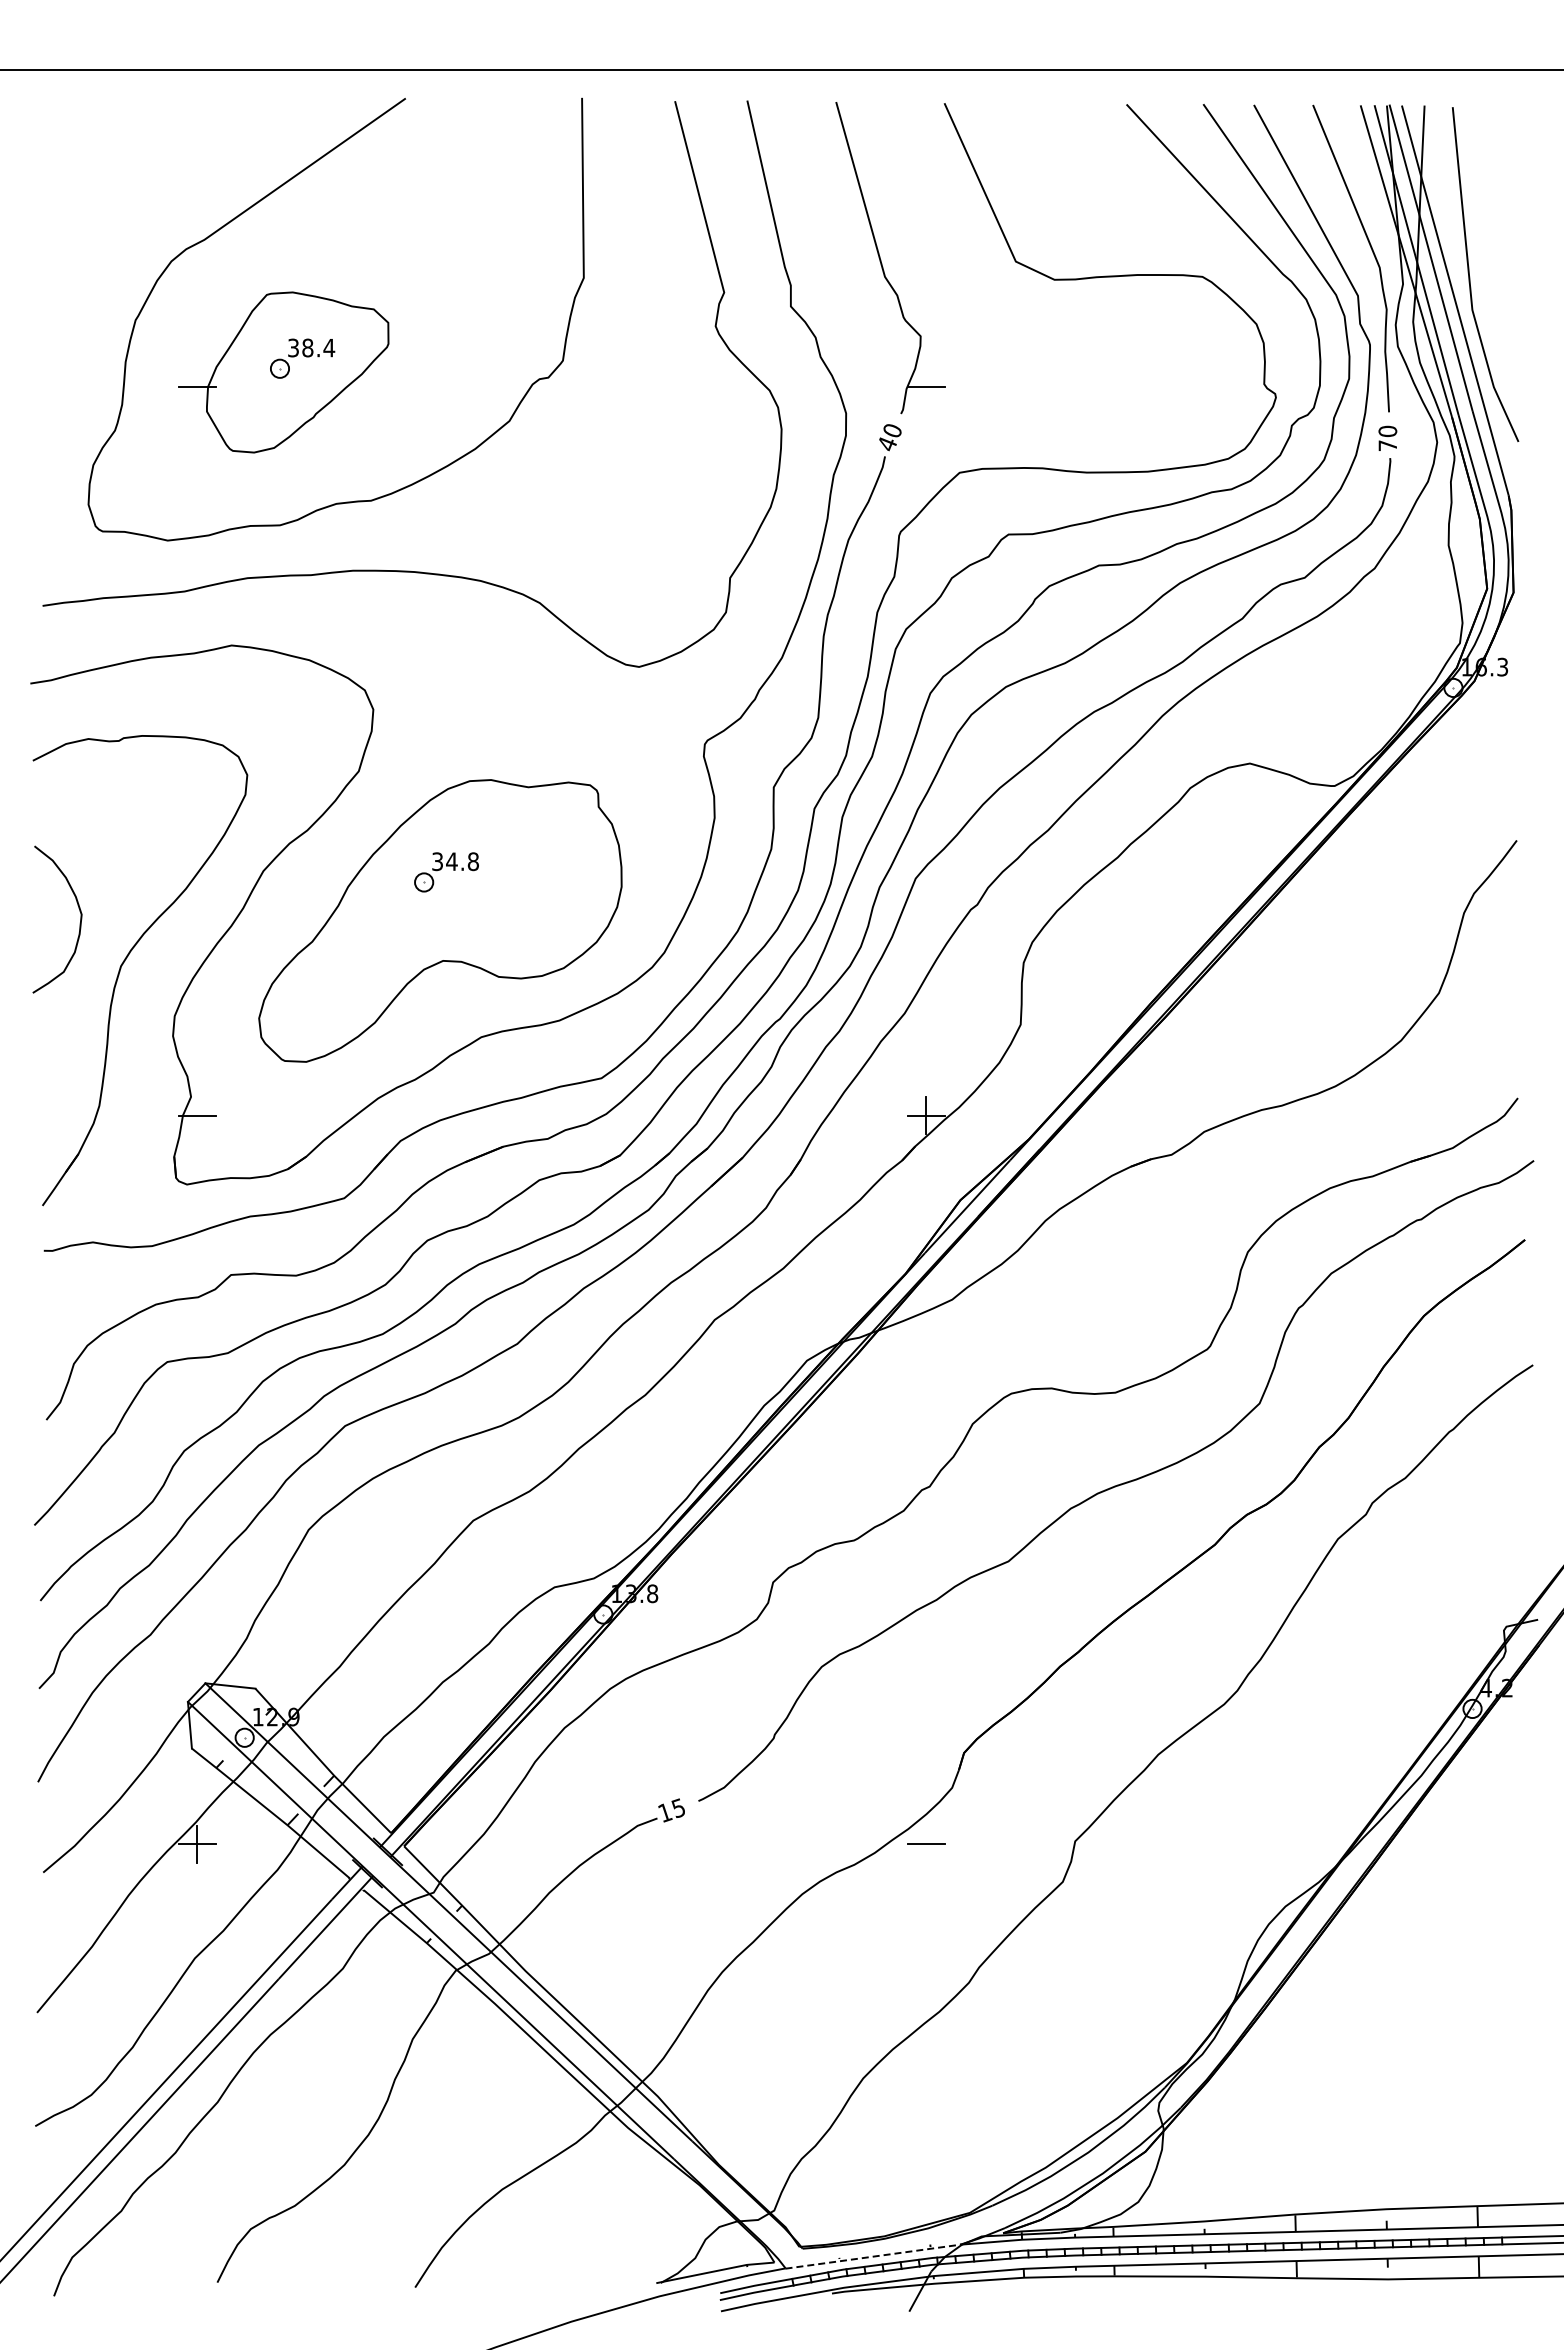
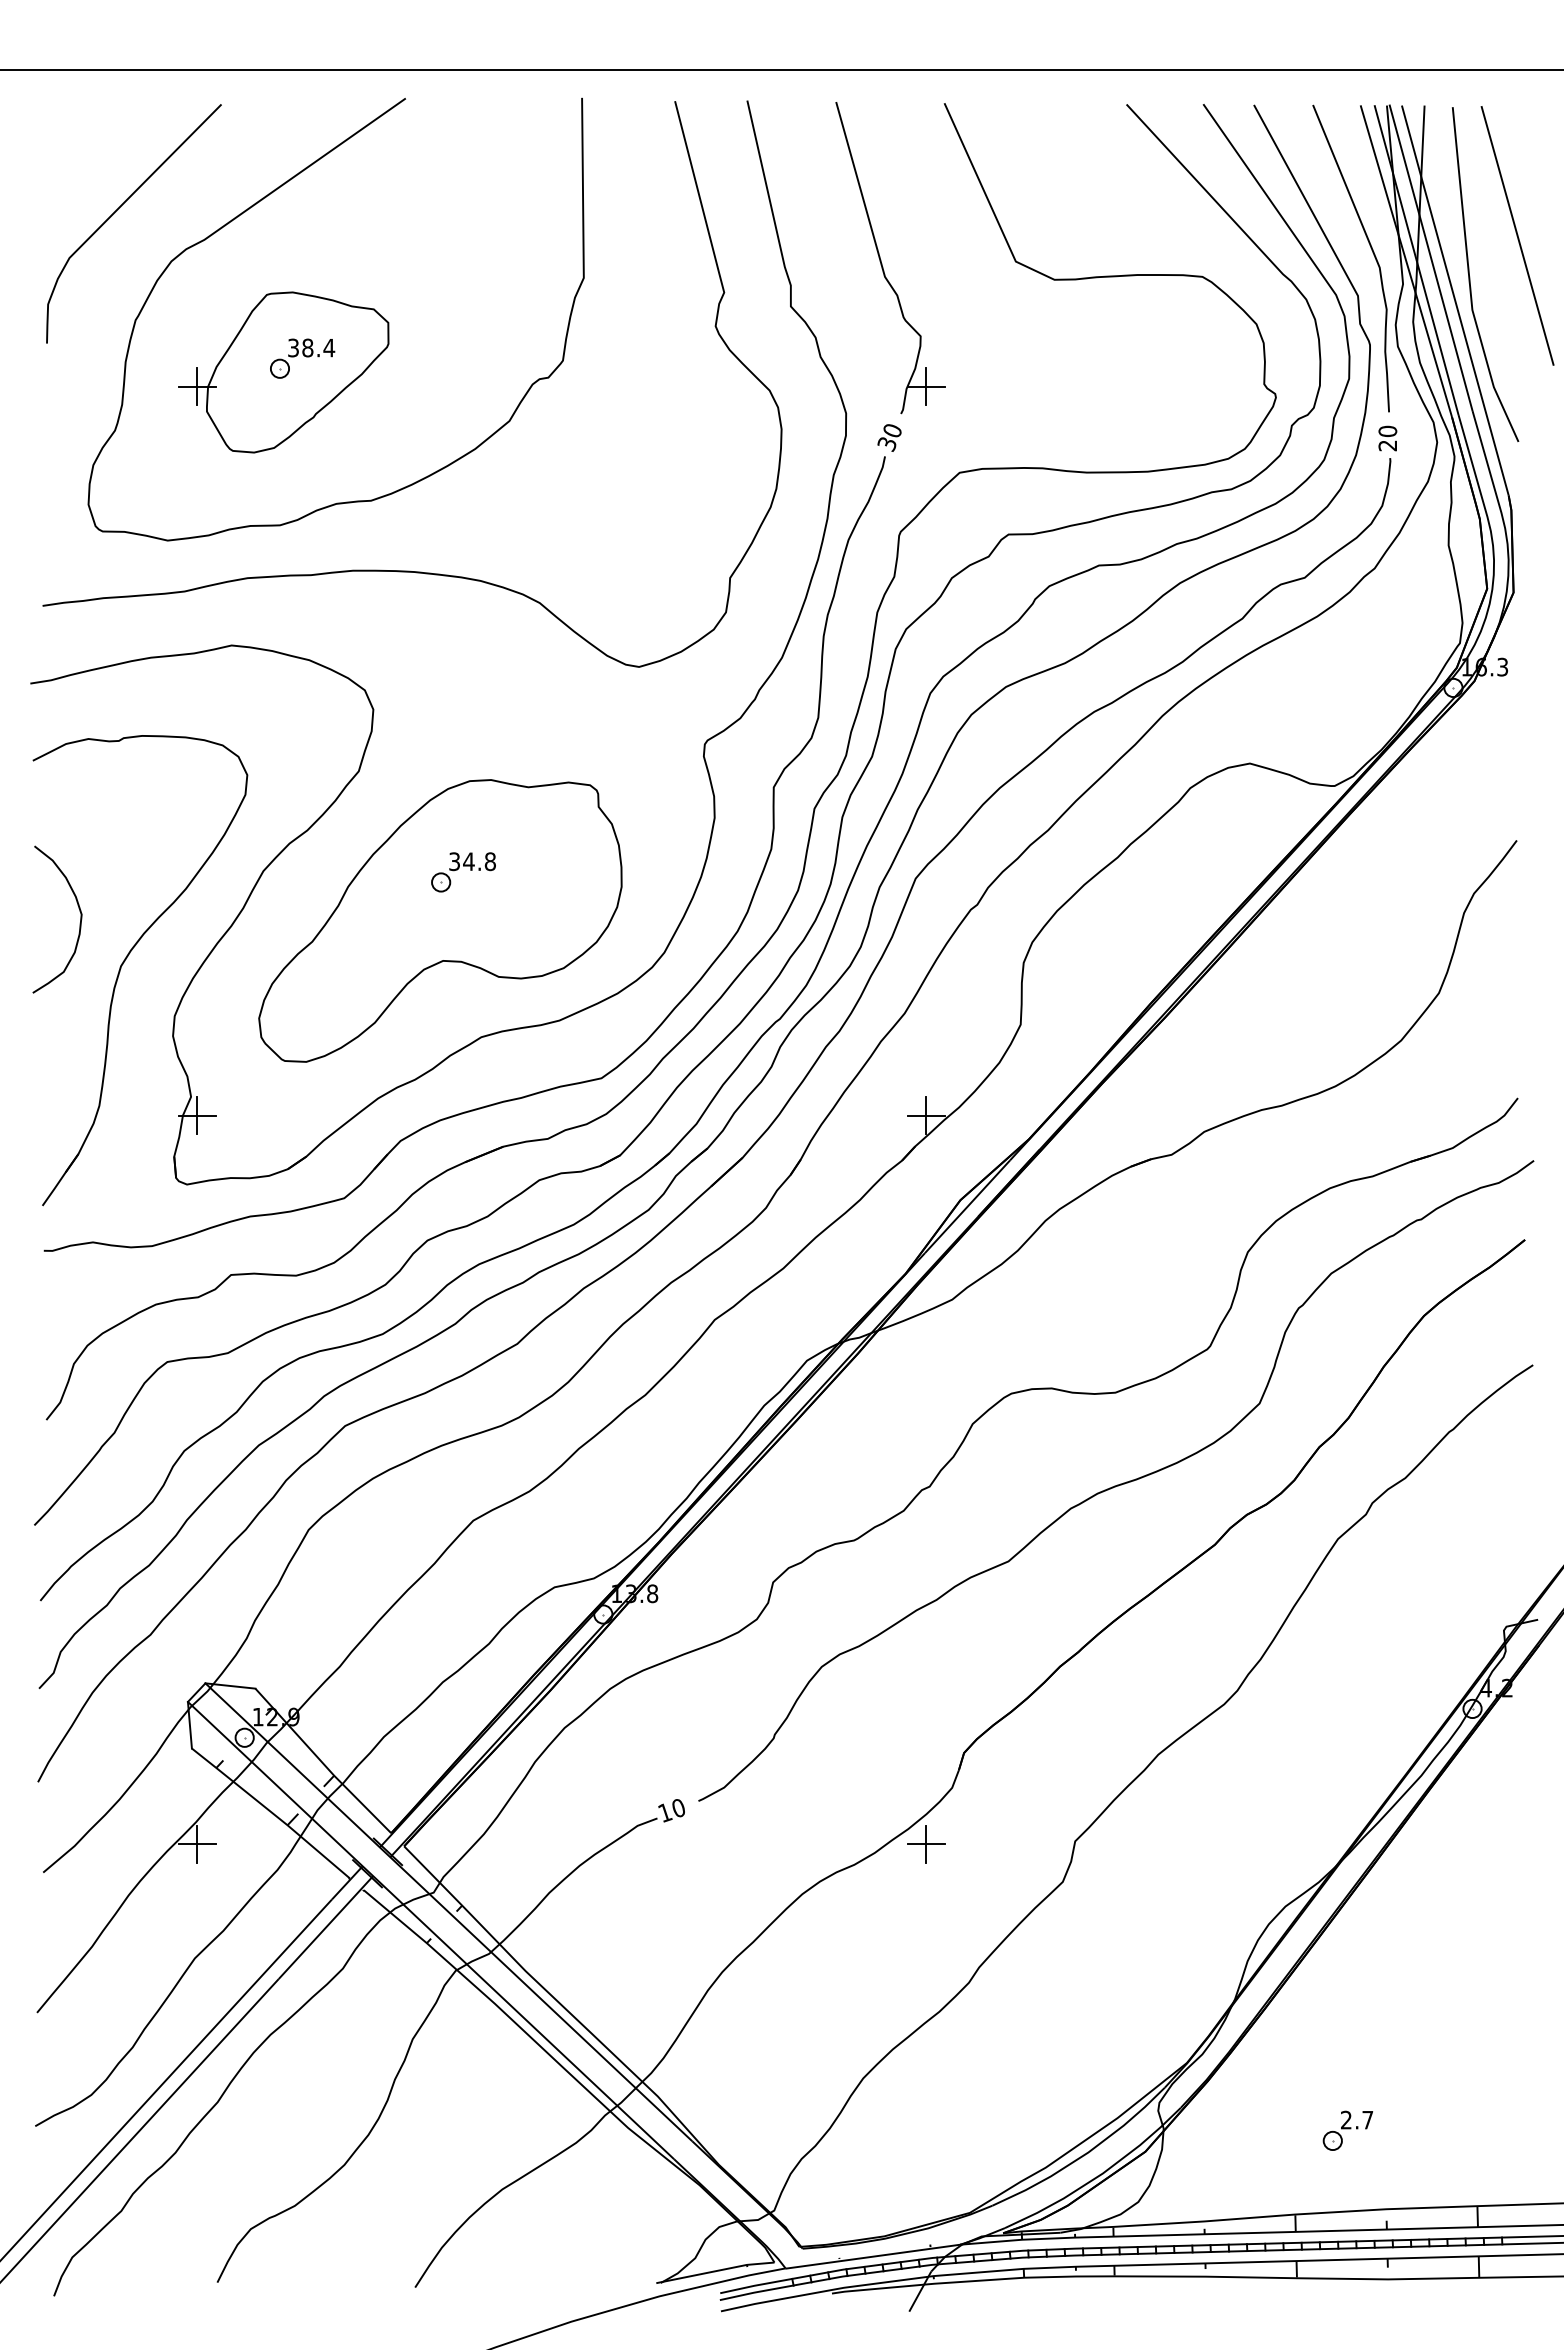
curve at (119, 208): none -> present
line at (1517, 235): none -> present
line at (197, 386): none -> present
line at (926, 386): none -> present
text at (886, 444): 40 -> 30
text at (1387, 445): 70 -> 20
part at (446, 872) position: (446, 872) -> (463, 872)
line at (197, 1115): none -> present
text at (677, 1807): 15 -> 10
line at (926, 1844): none -> present
part at (1347, 2130): none -> present
line at (873, 2256): dashed -> solid
